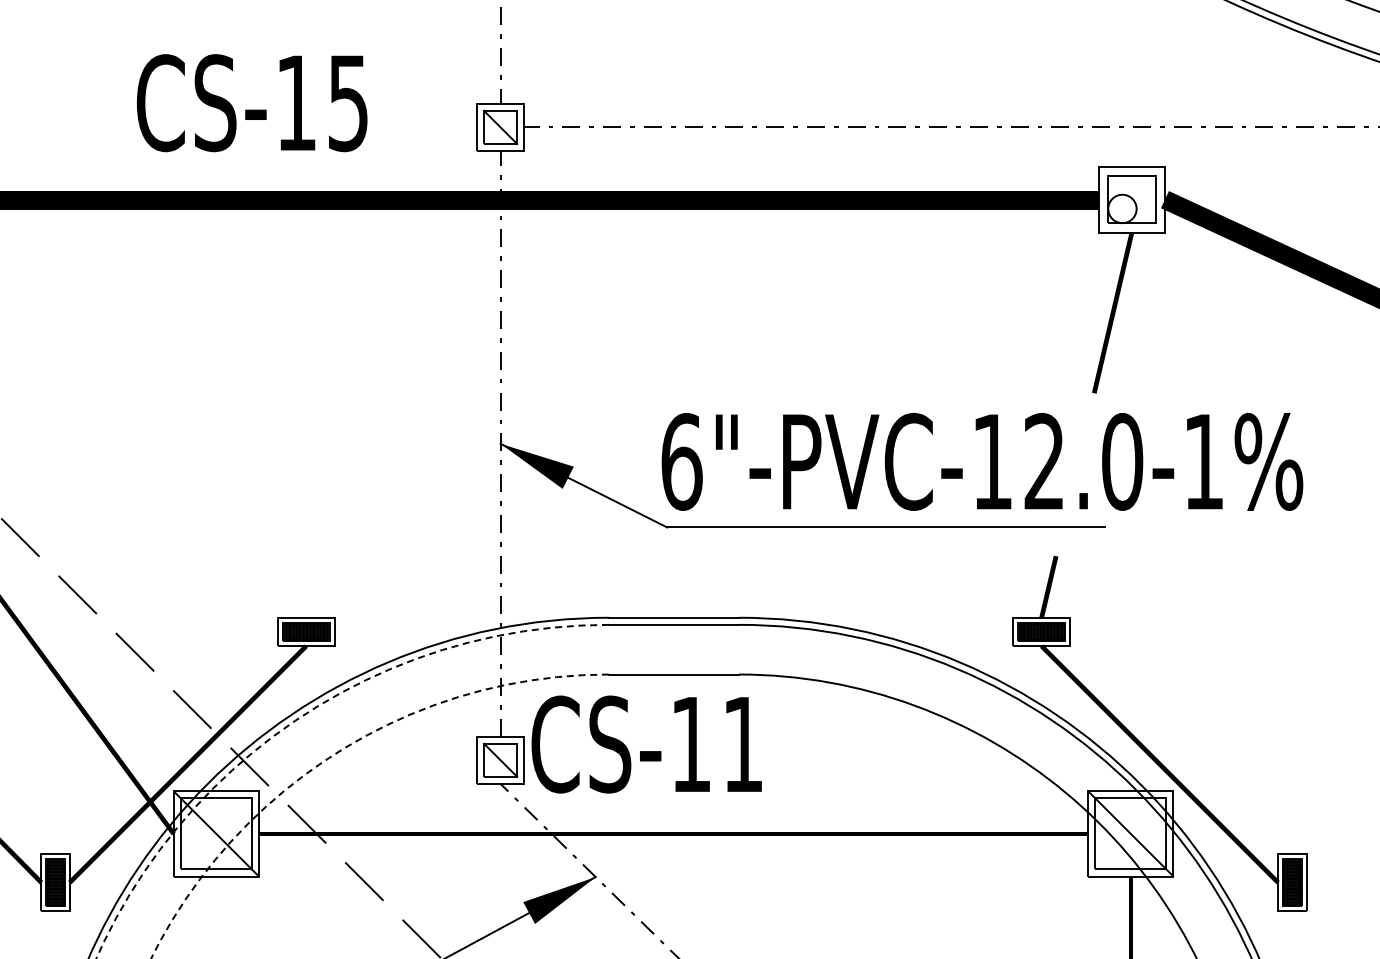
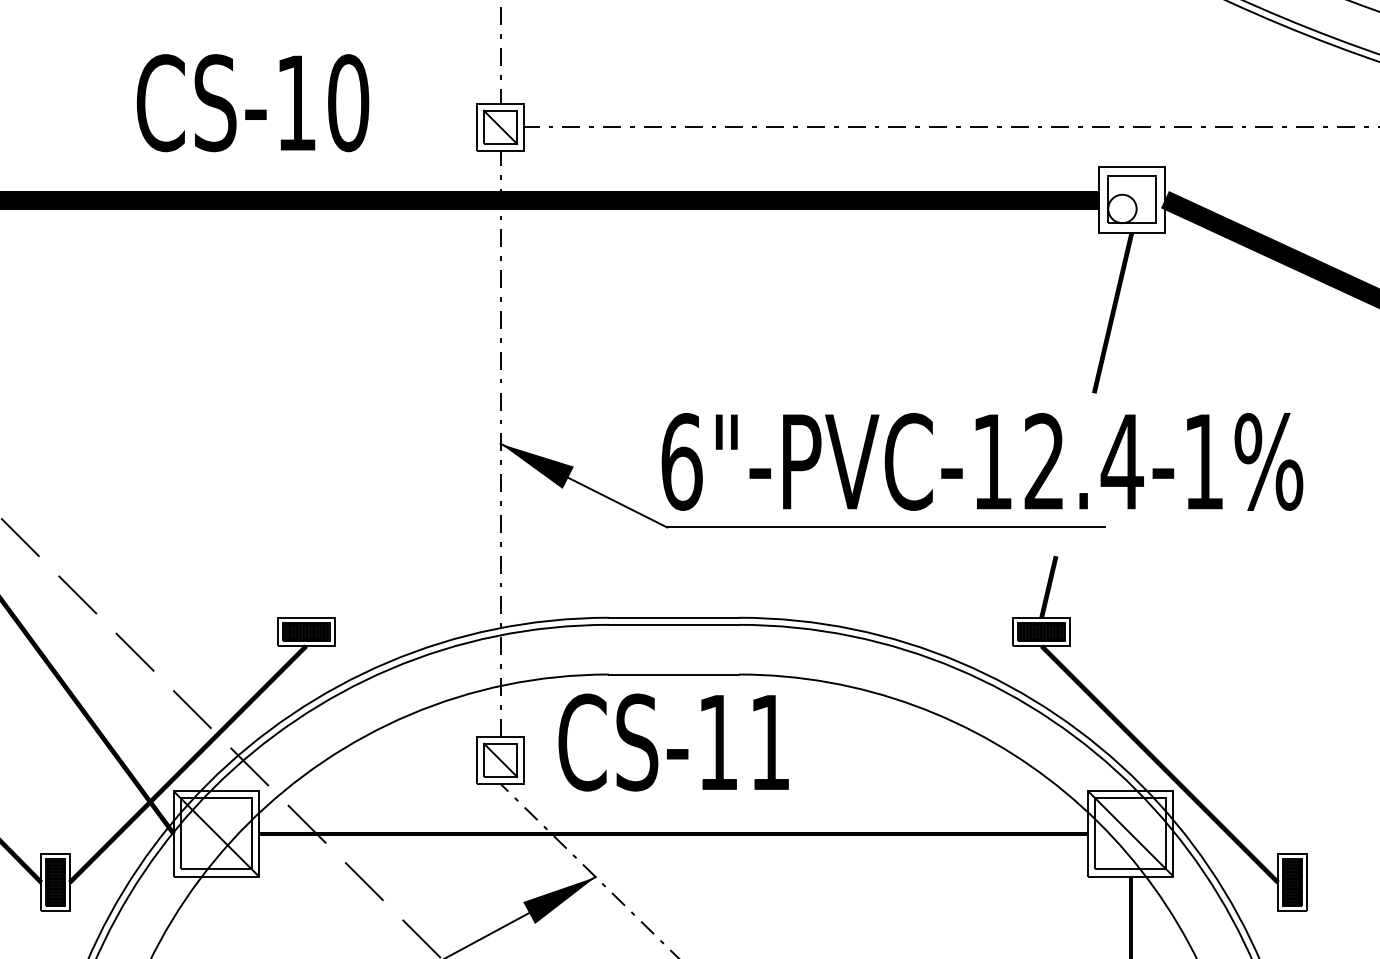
text at (348, 103): CS-15 -> CS-10
text at (1121, 461): 6"-PVC-12.0-1%%% -> 6"-PVC-12.4-1%%%
arc at (303, 715): dashed -> solid
text at (646, 744) position: (646, 744) -> (673, 742)
arc at (339, 751): dashed -> solid
